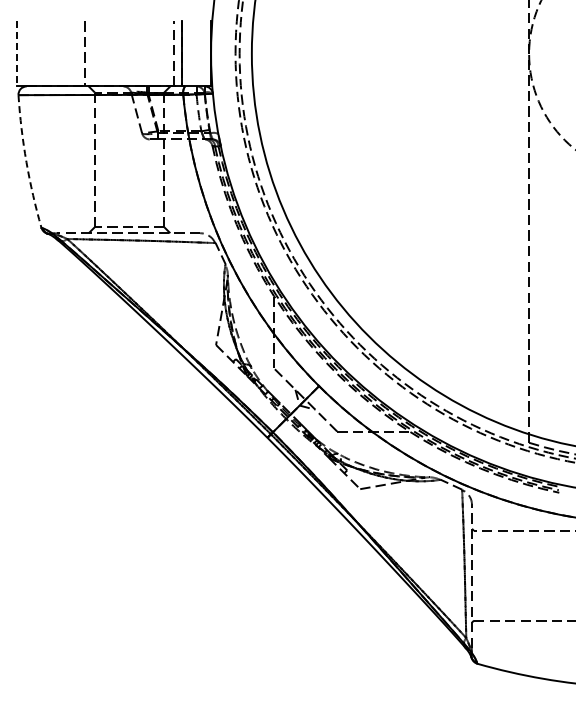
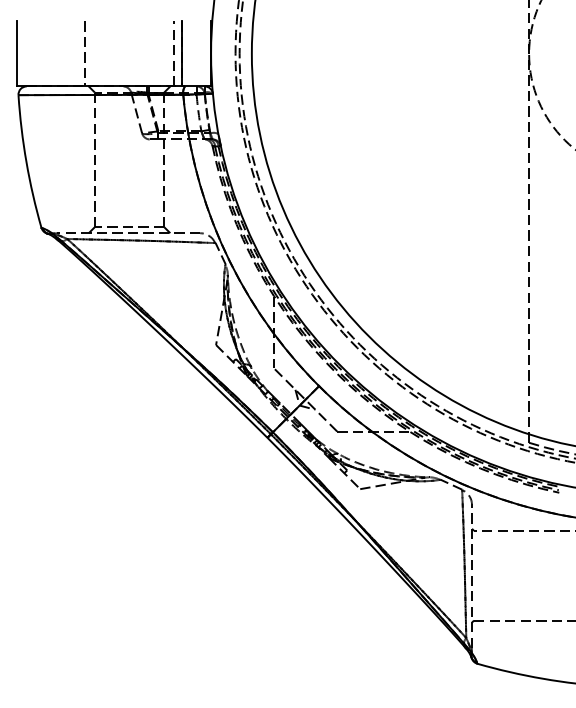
line at (17, 53): dashed -> solid
arc at (26, 162): dashed -> solid
